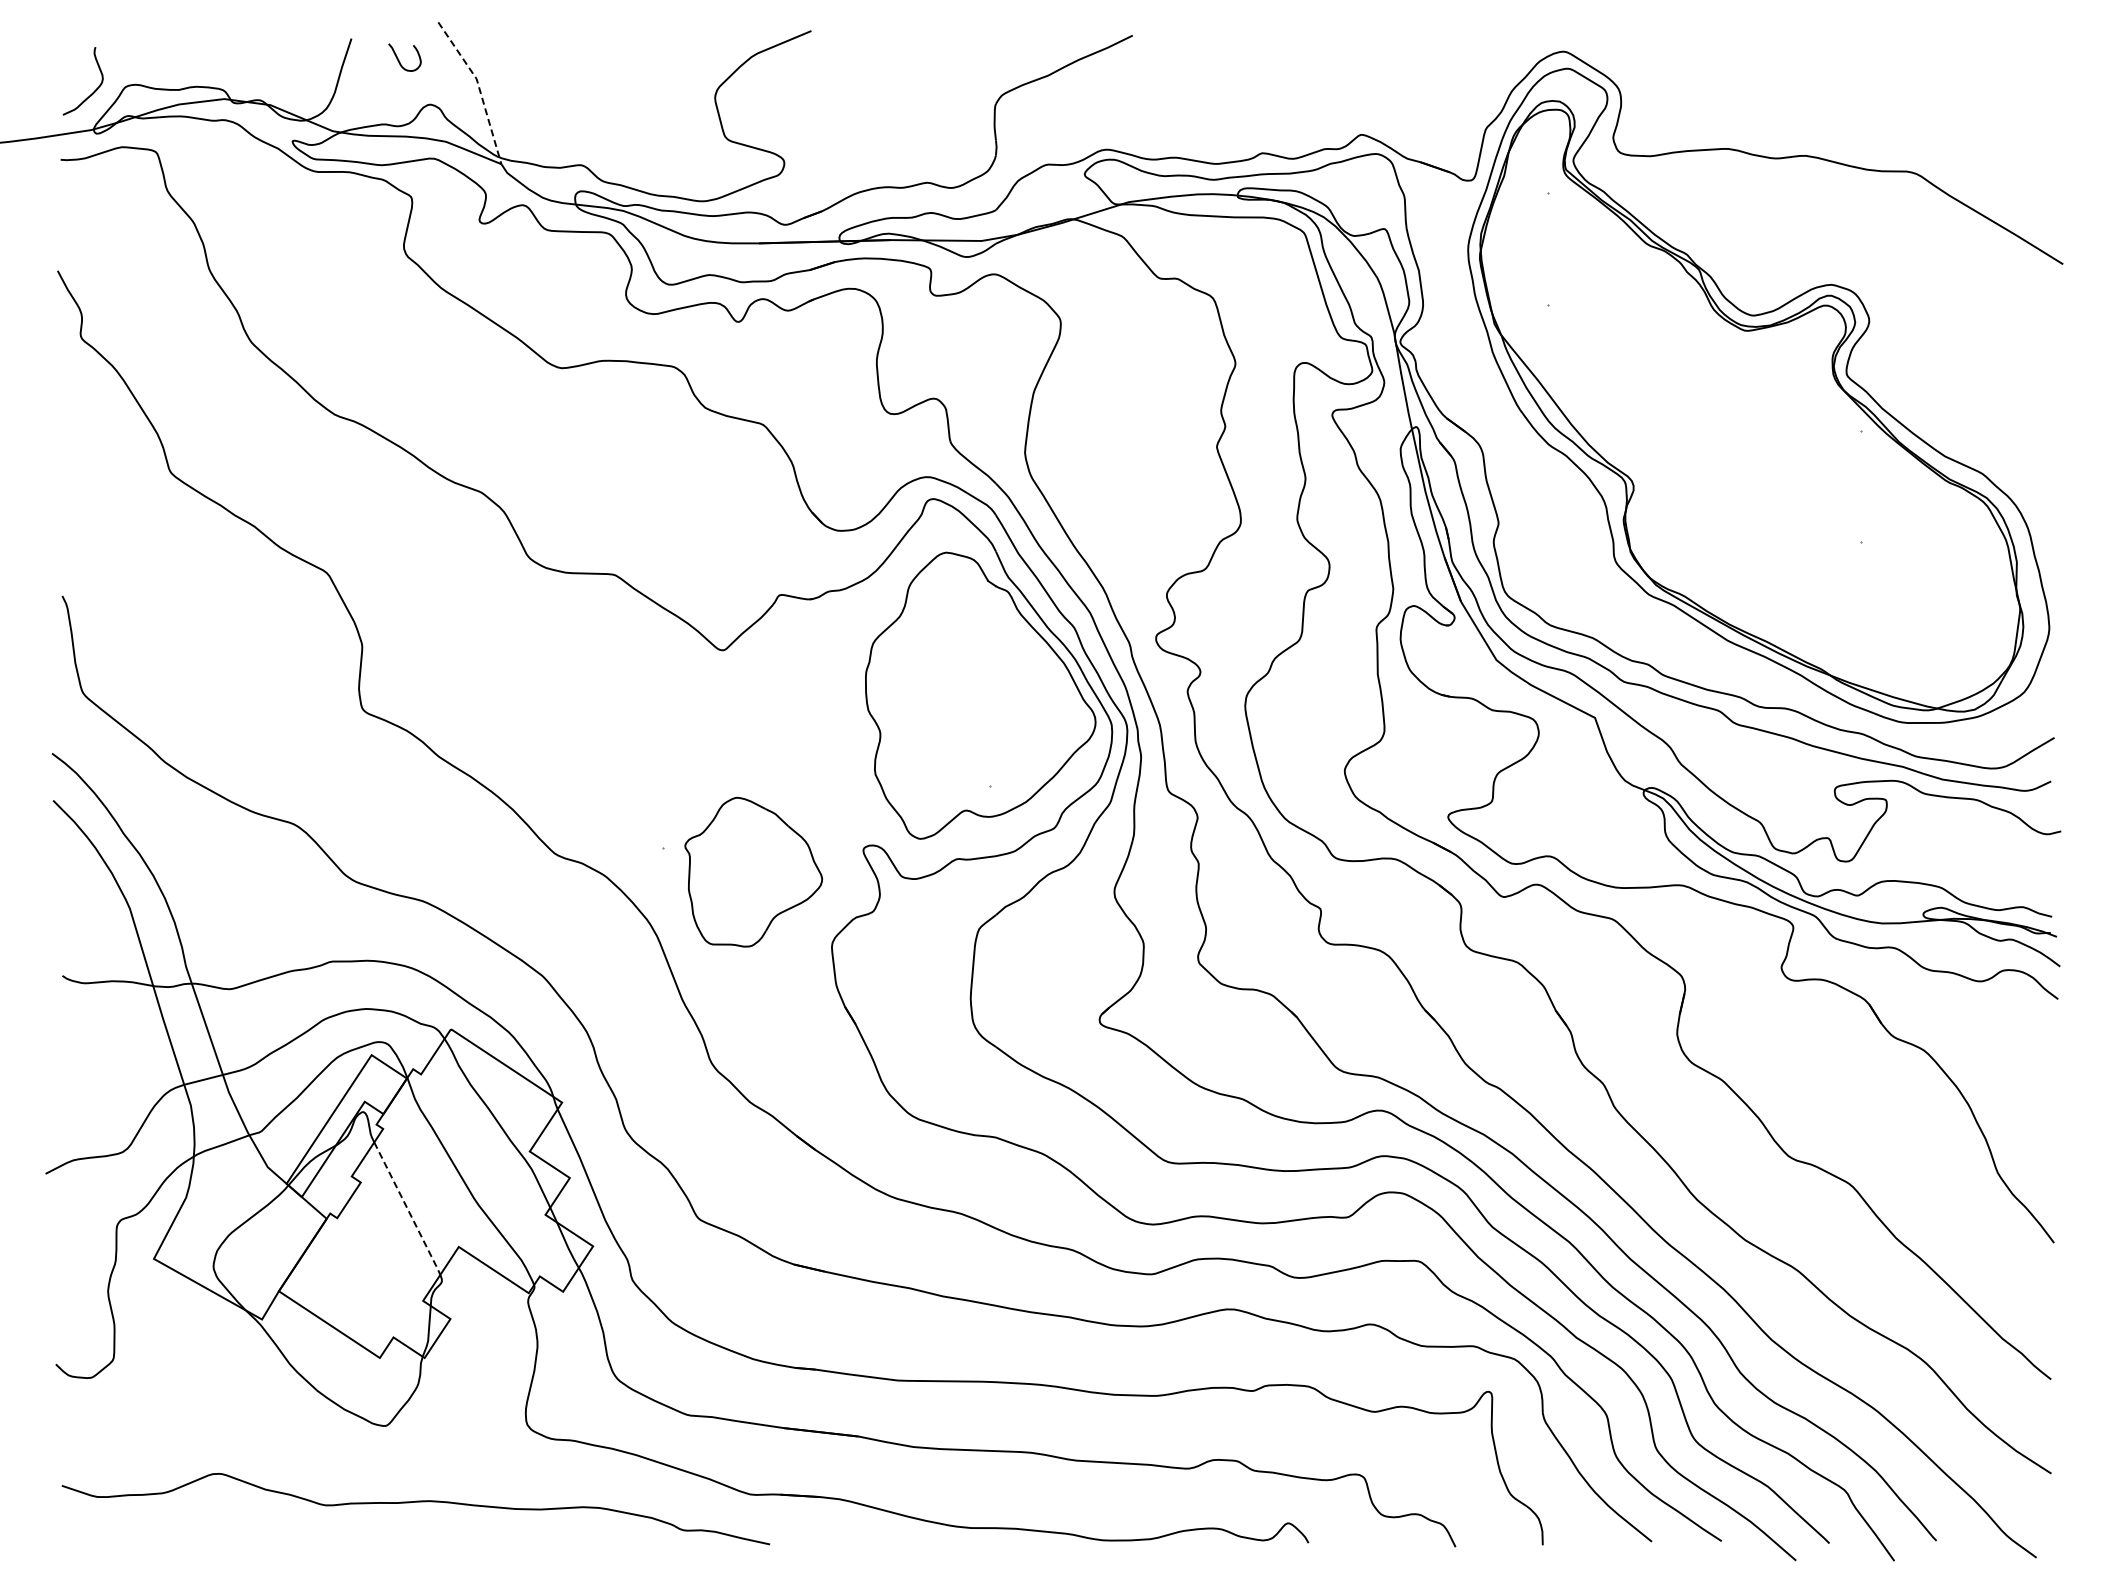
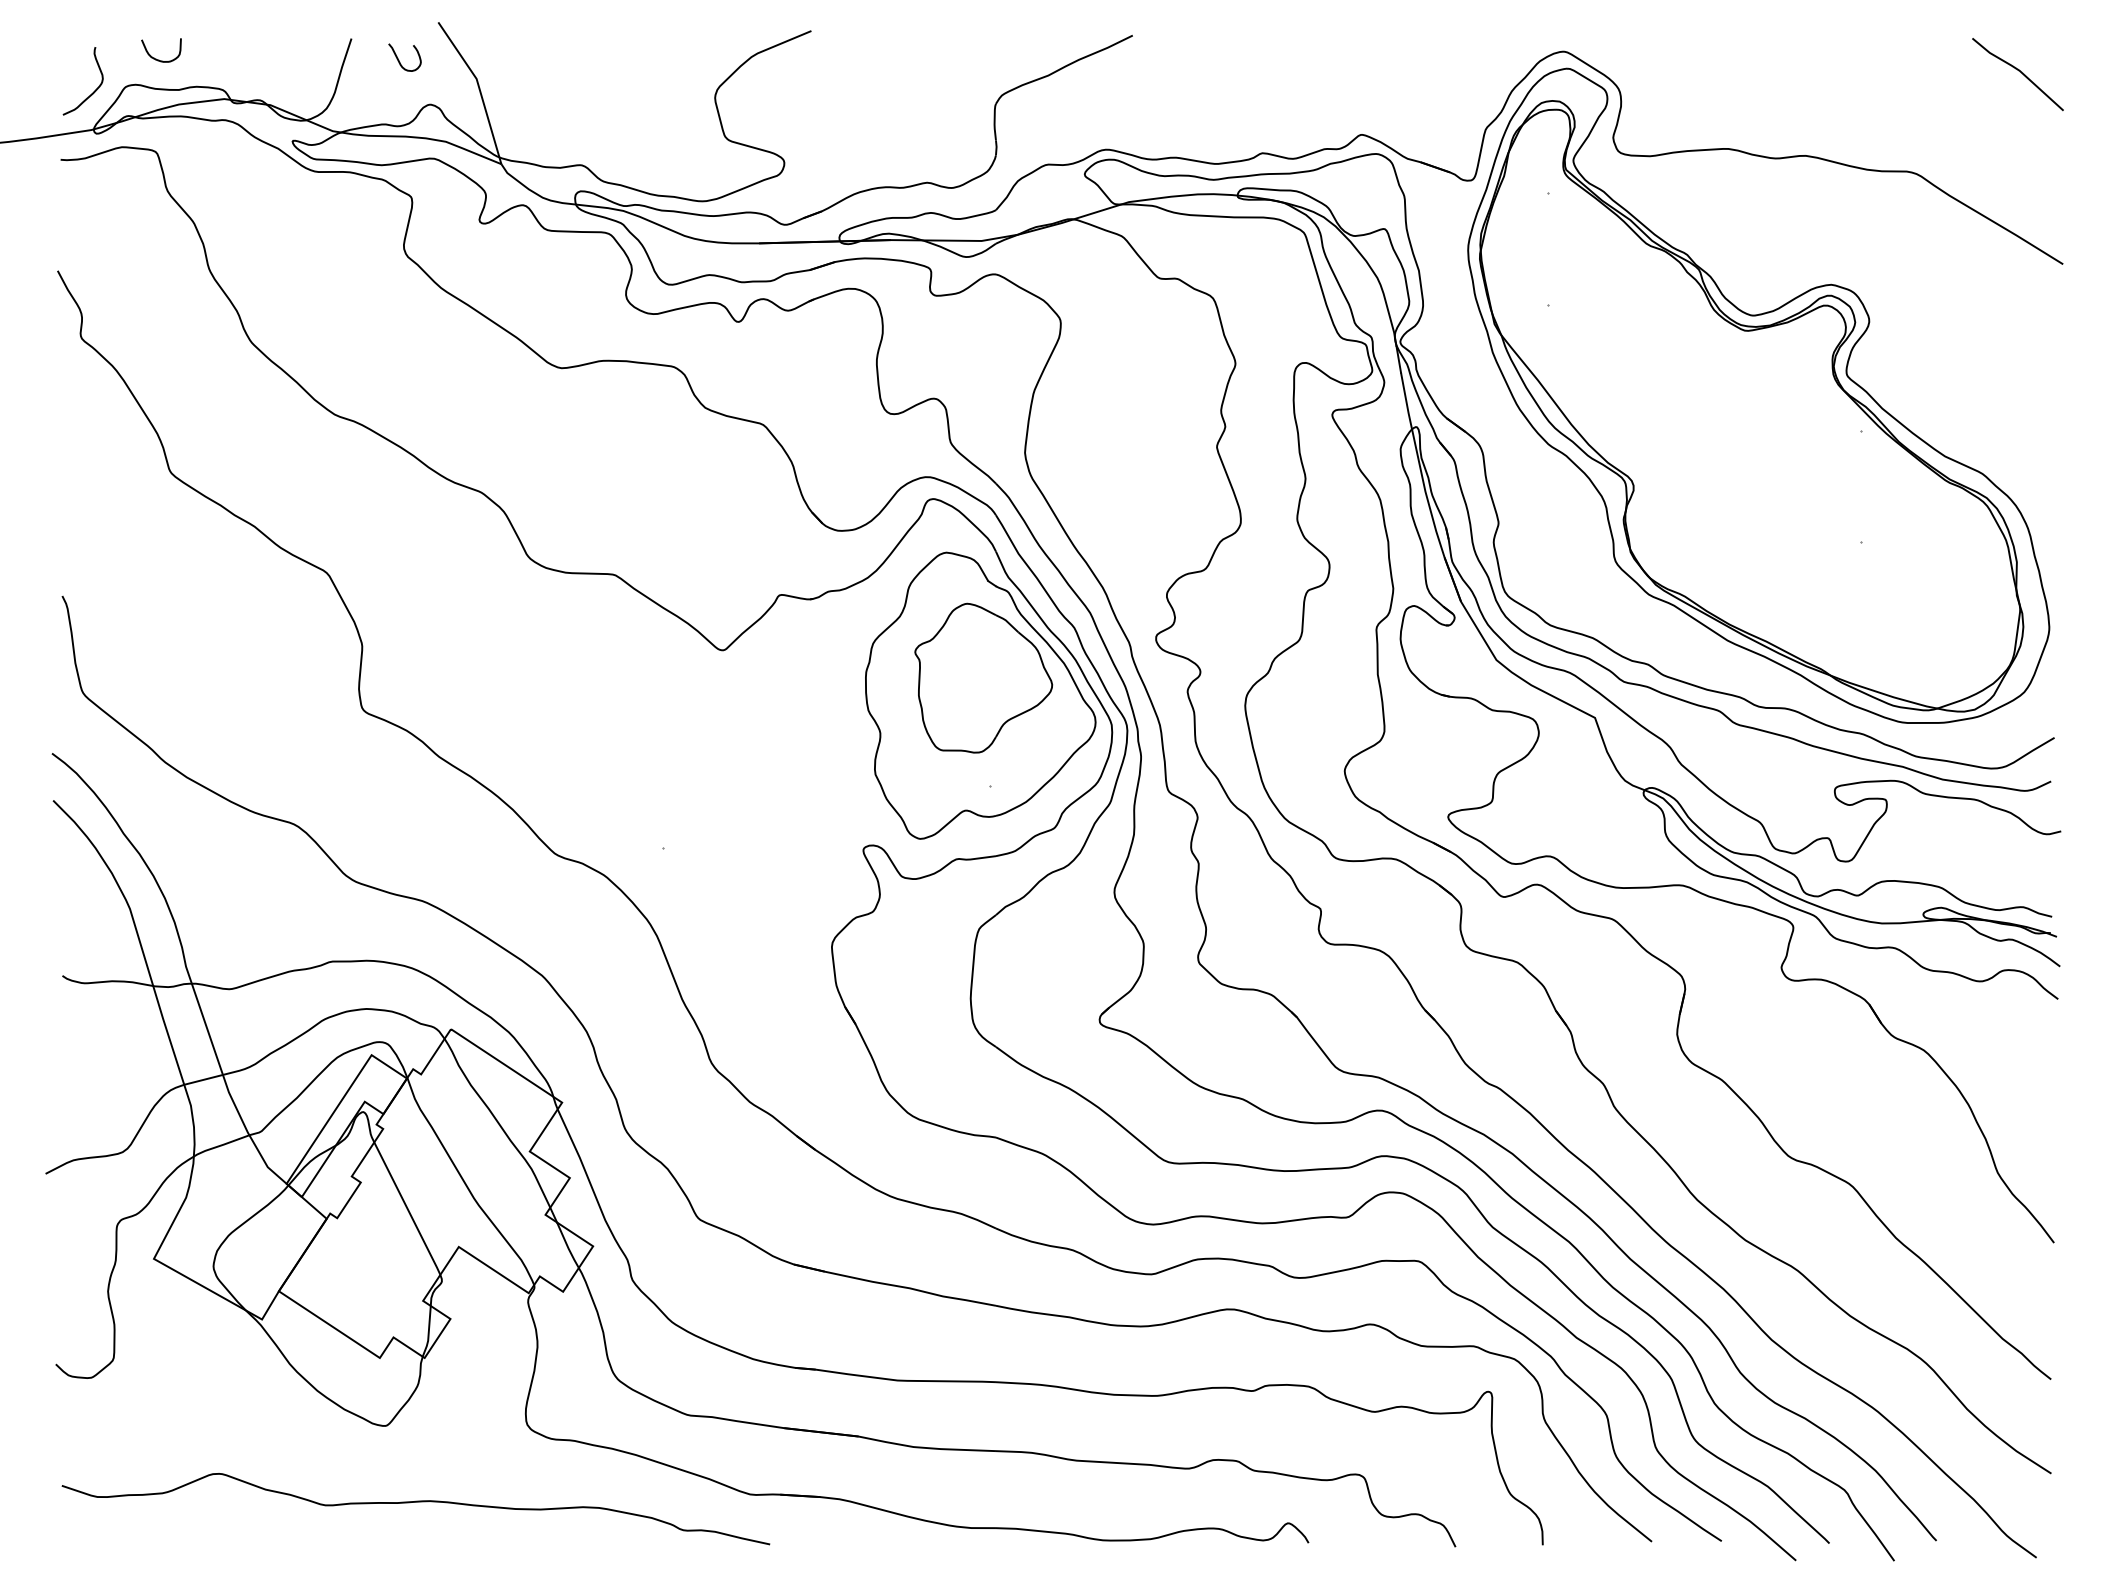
curve at (159, 59): none -> present
line at (2018, 71): none -> present
line at (479, 88): dashed -> solid
part at (753, 871) position: (753, 871) -> (983, 677)
line at (407, 1209): dashed -> solid
